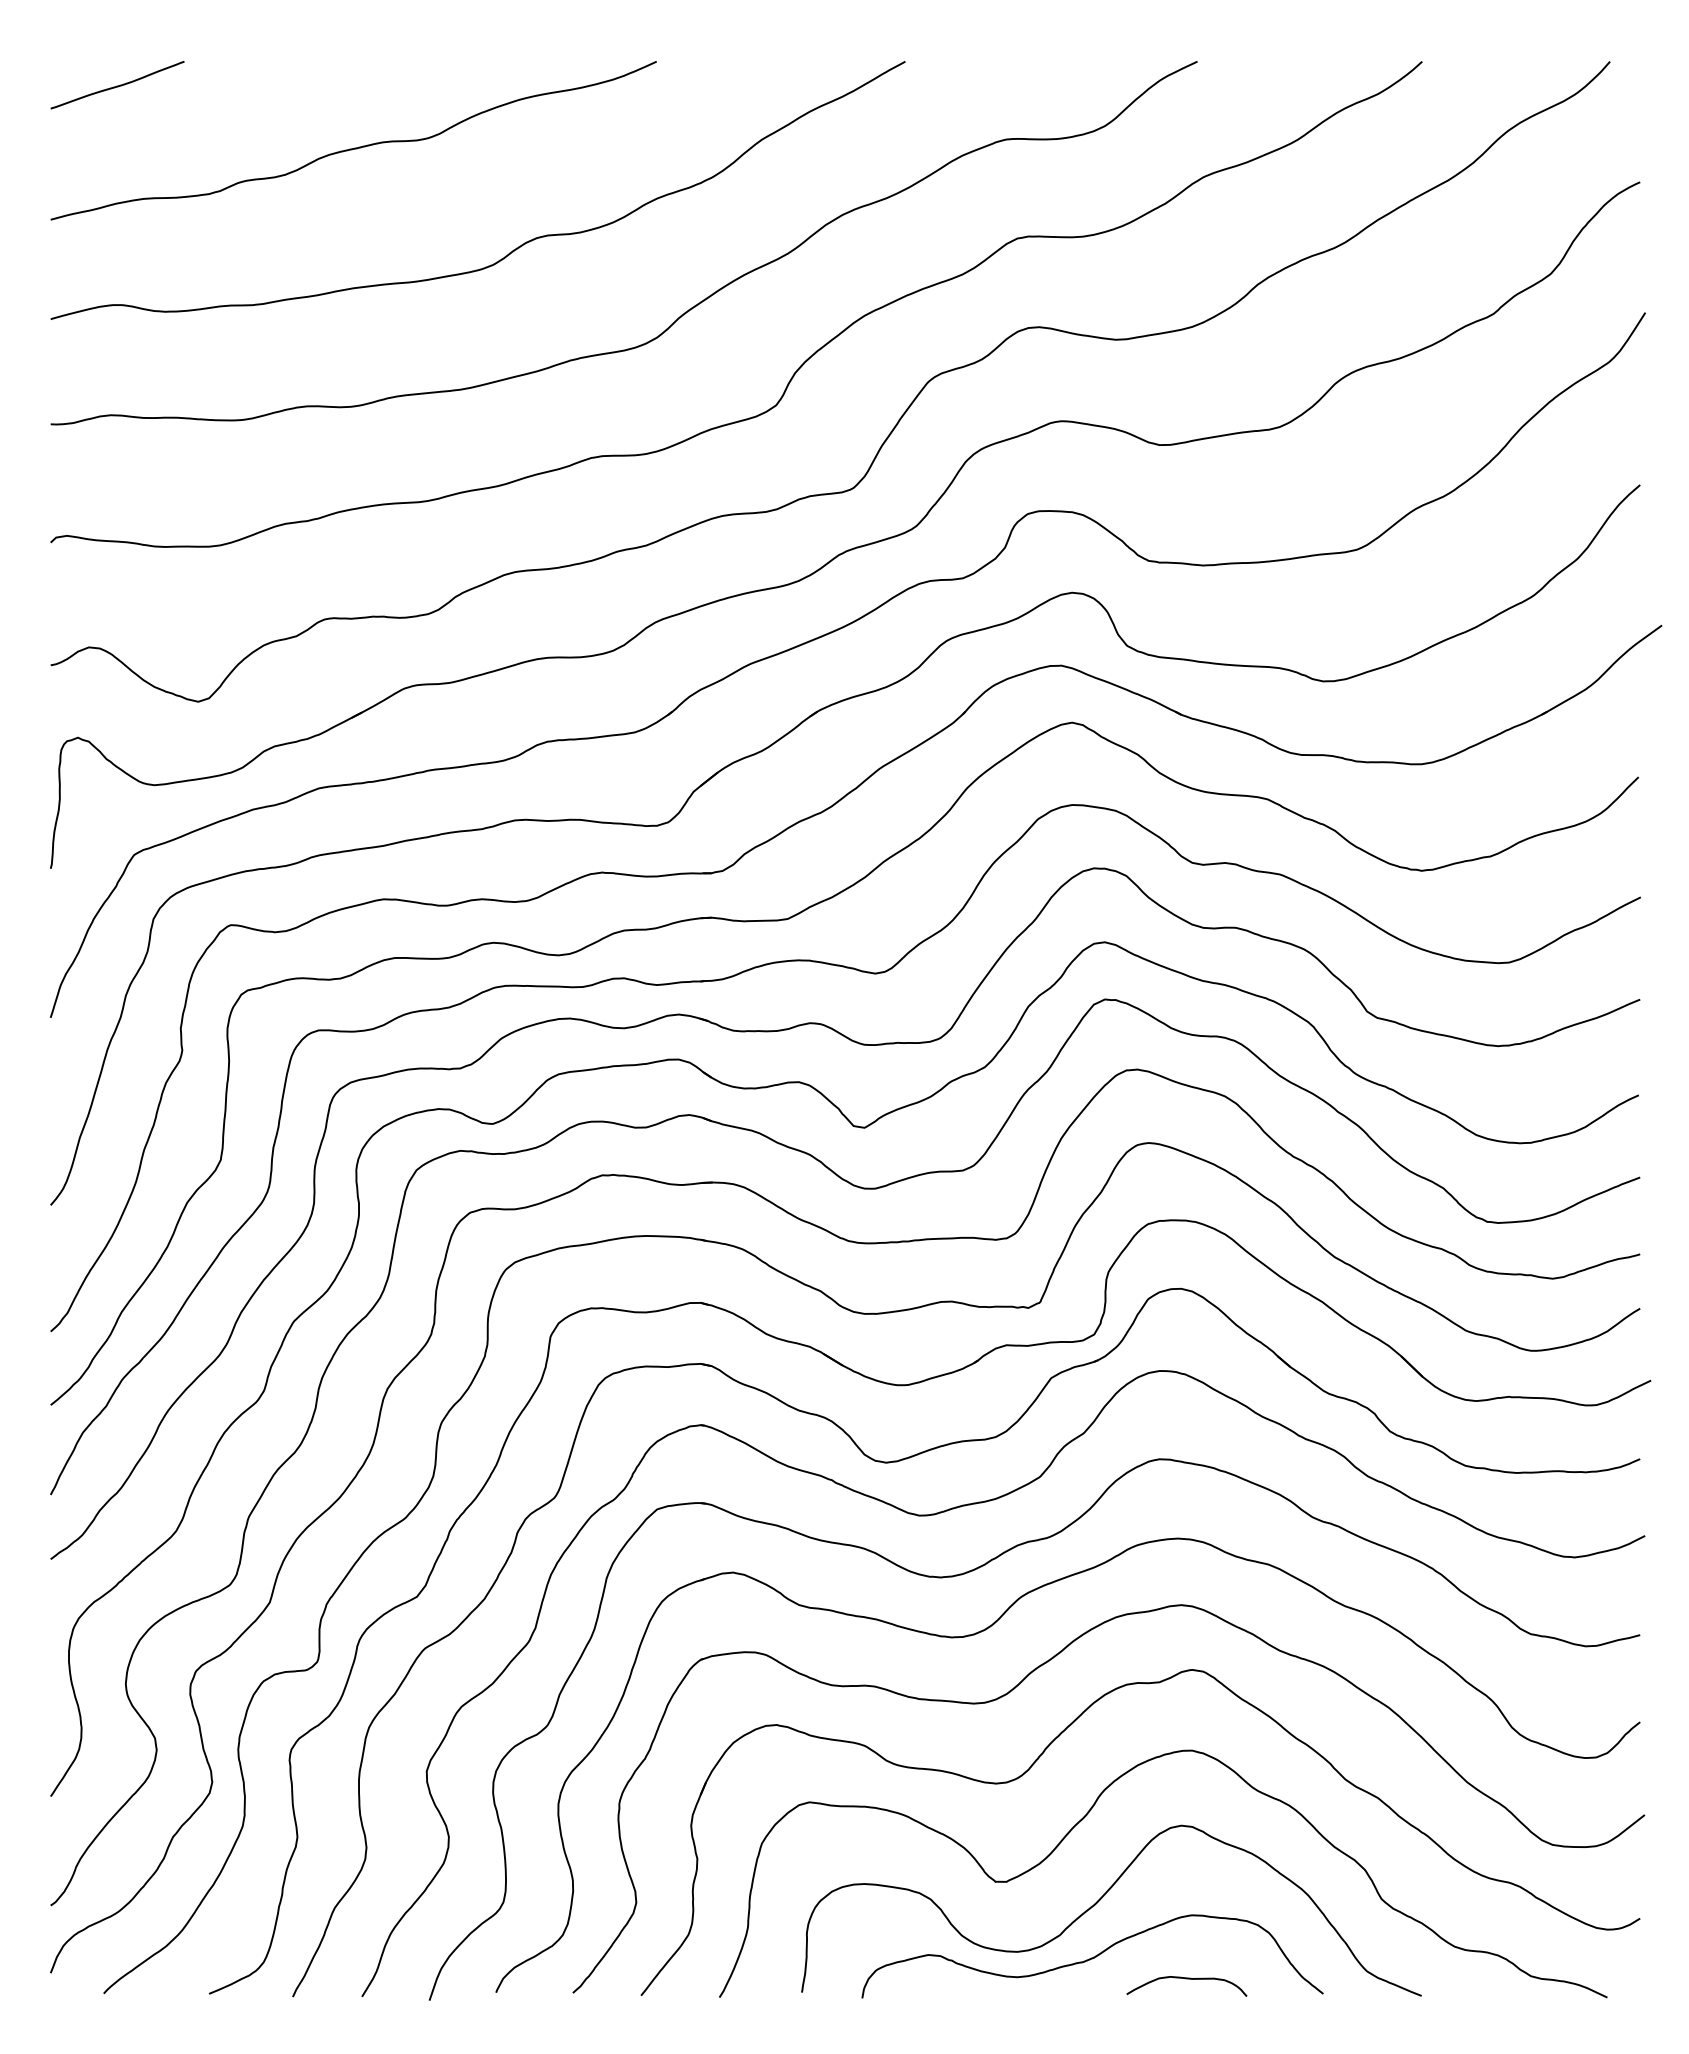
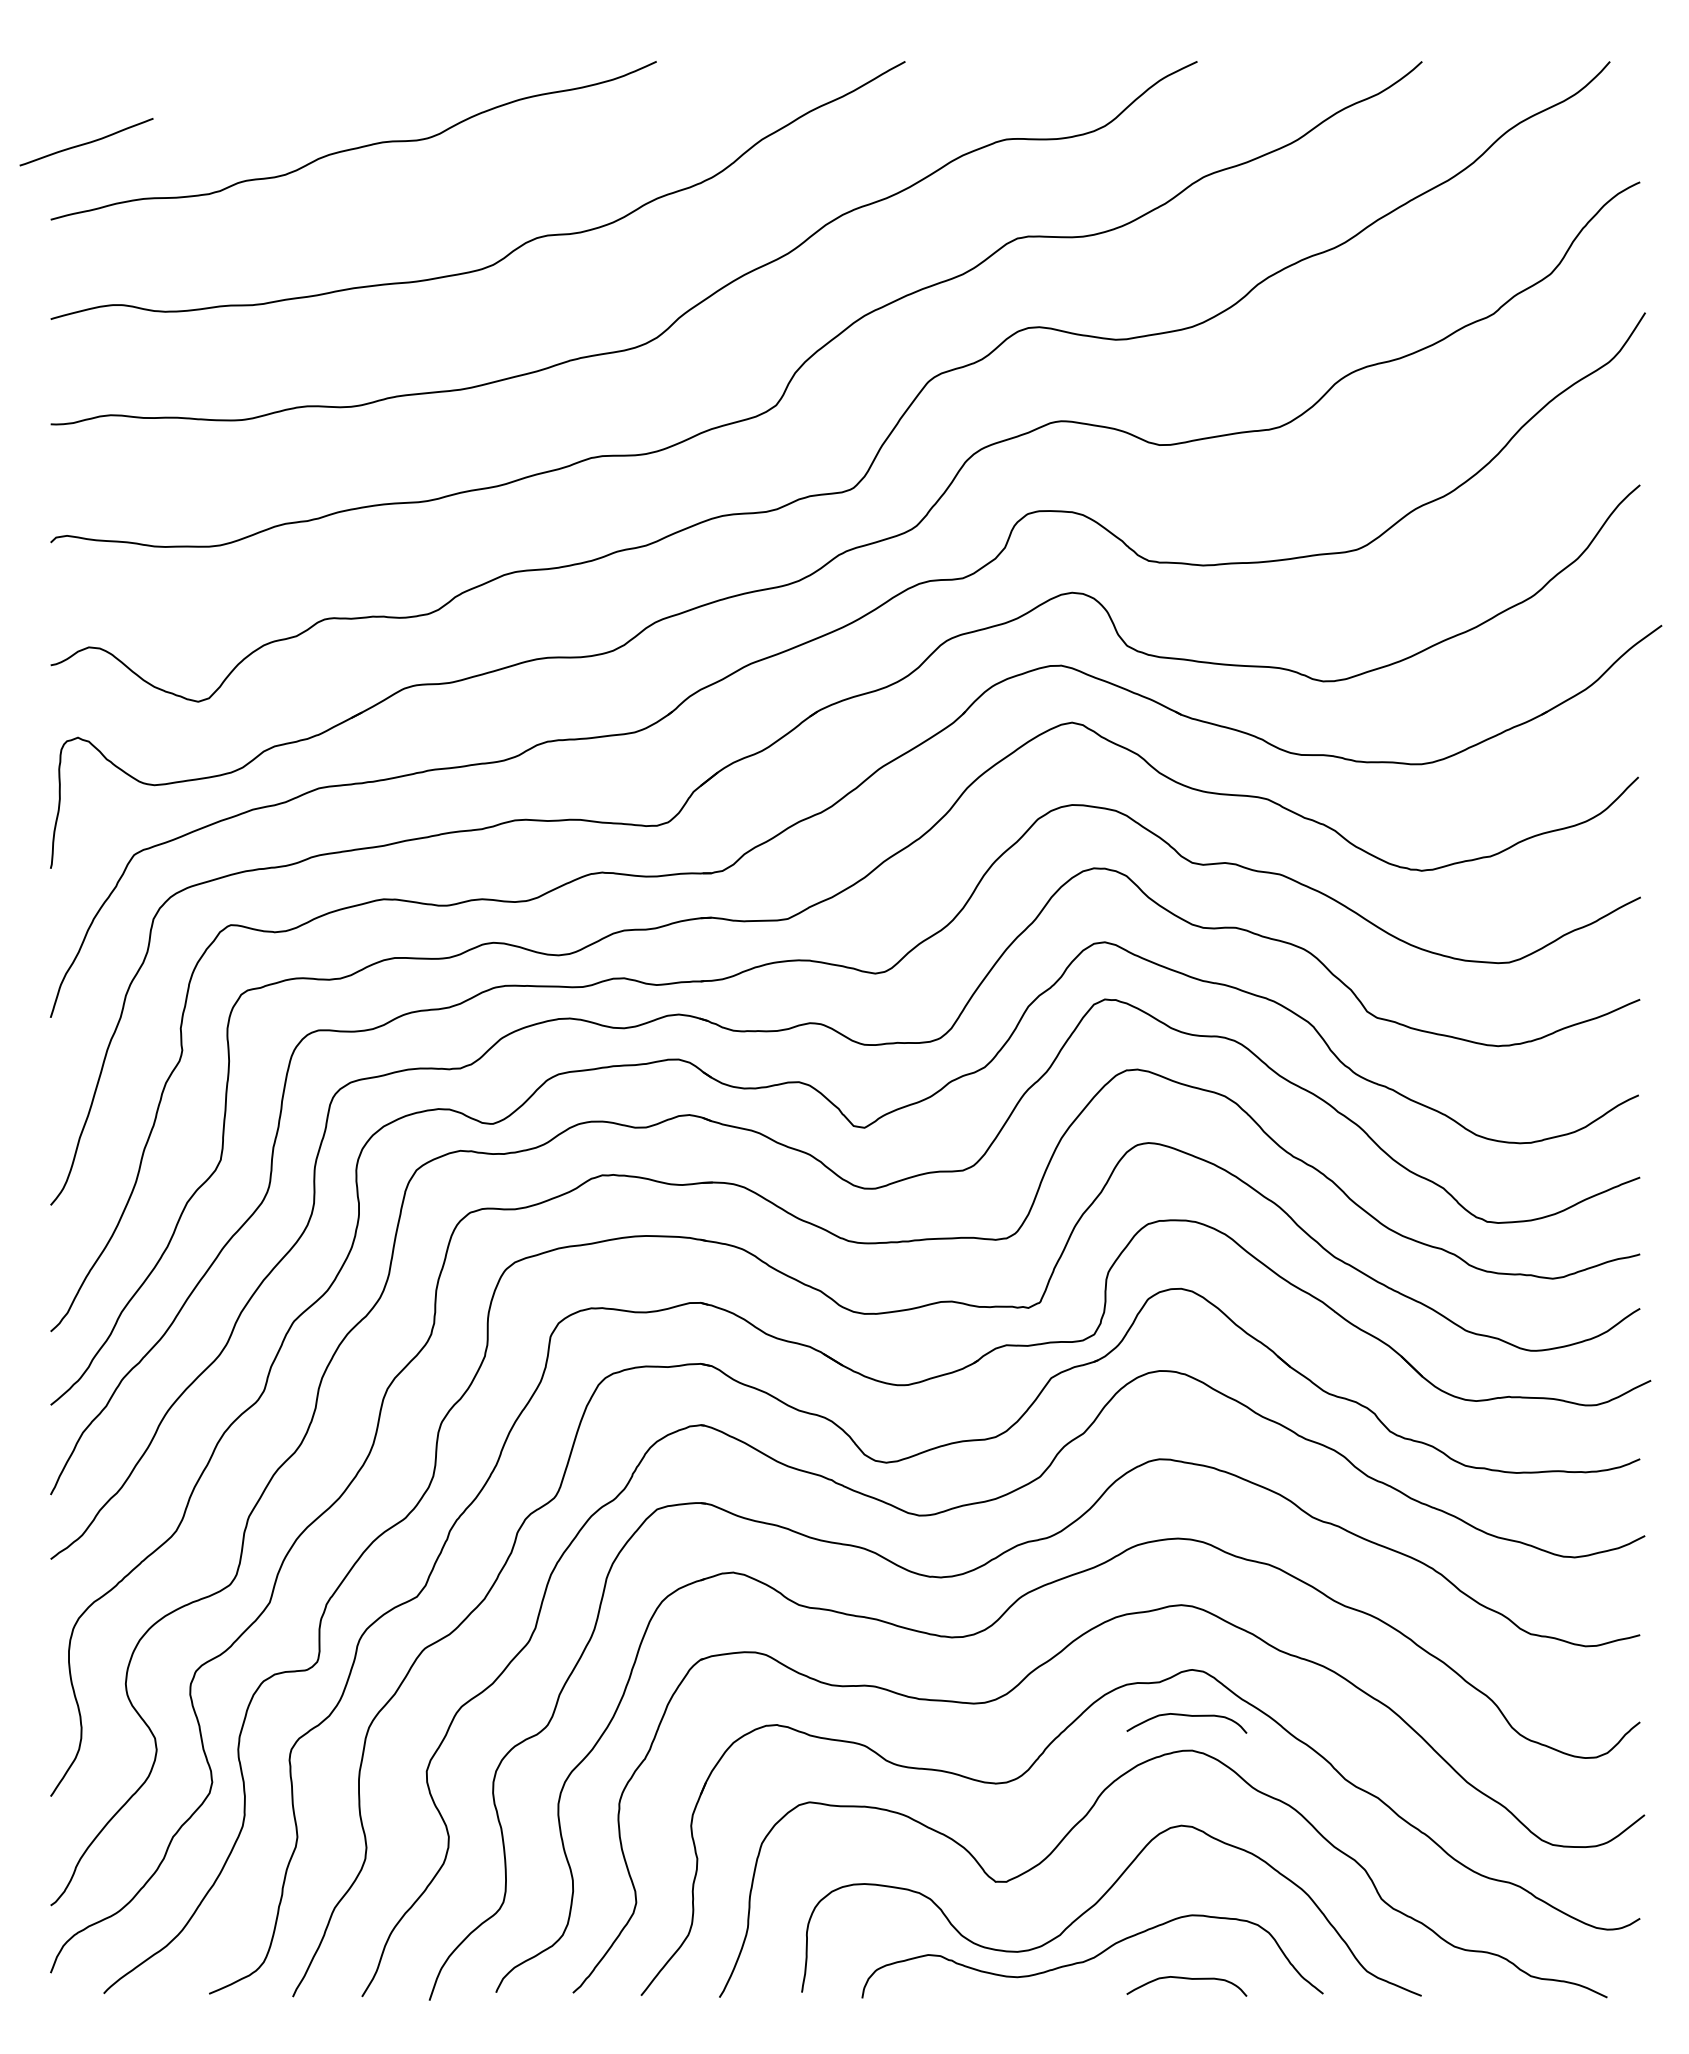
curve at (117, 85) position: (117, 85) -> (86, 142)
curve at (1186, 1716): none -> present
